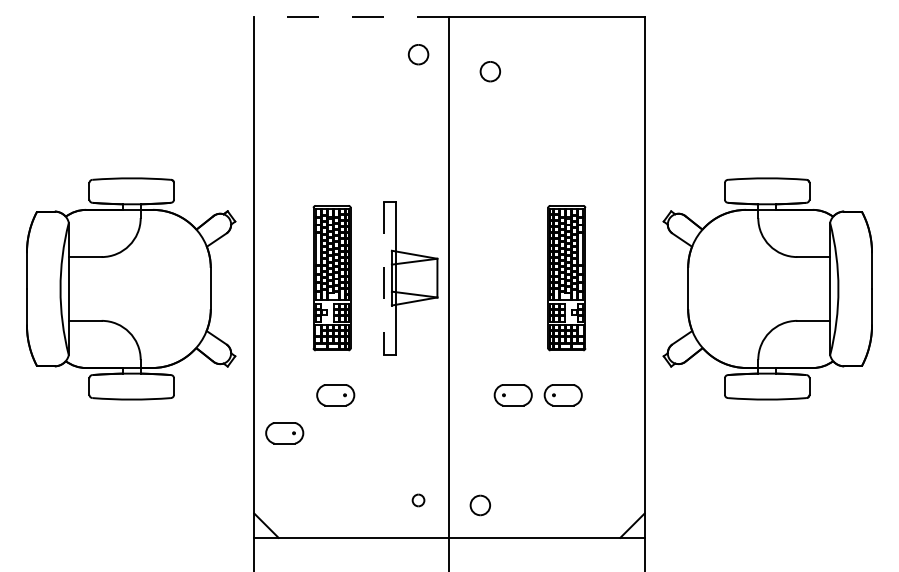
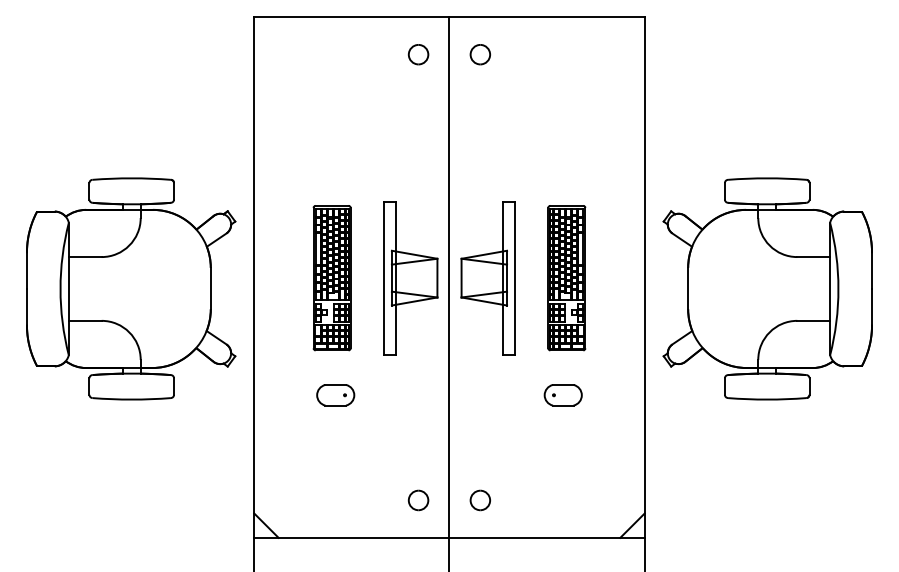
line at (351, 17): dashed -> solid
part at (489, 71) position: (489, 71) -> (479, 54)
line at (383, 278): dashed -> solid
part at (487, 278): none -> present
part at (512, 395): present -> none
part at (284, 433): present -> none
part at (418, 500) size: 15x15 px -> 23x23 px
part at (479, 505) position: (479, 505) -> (479, 500)
